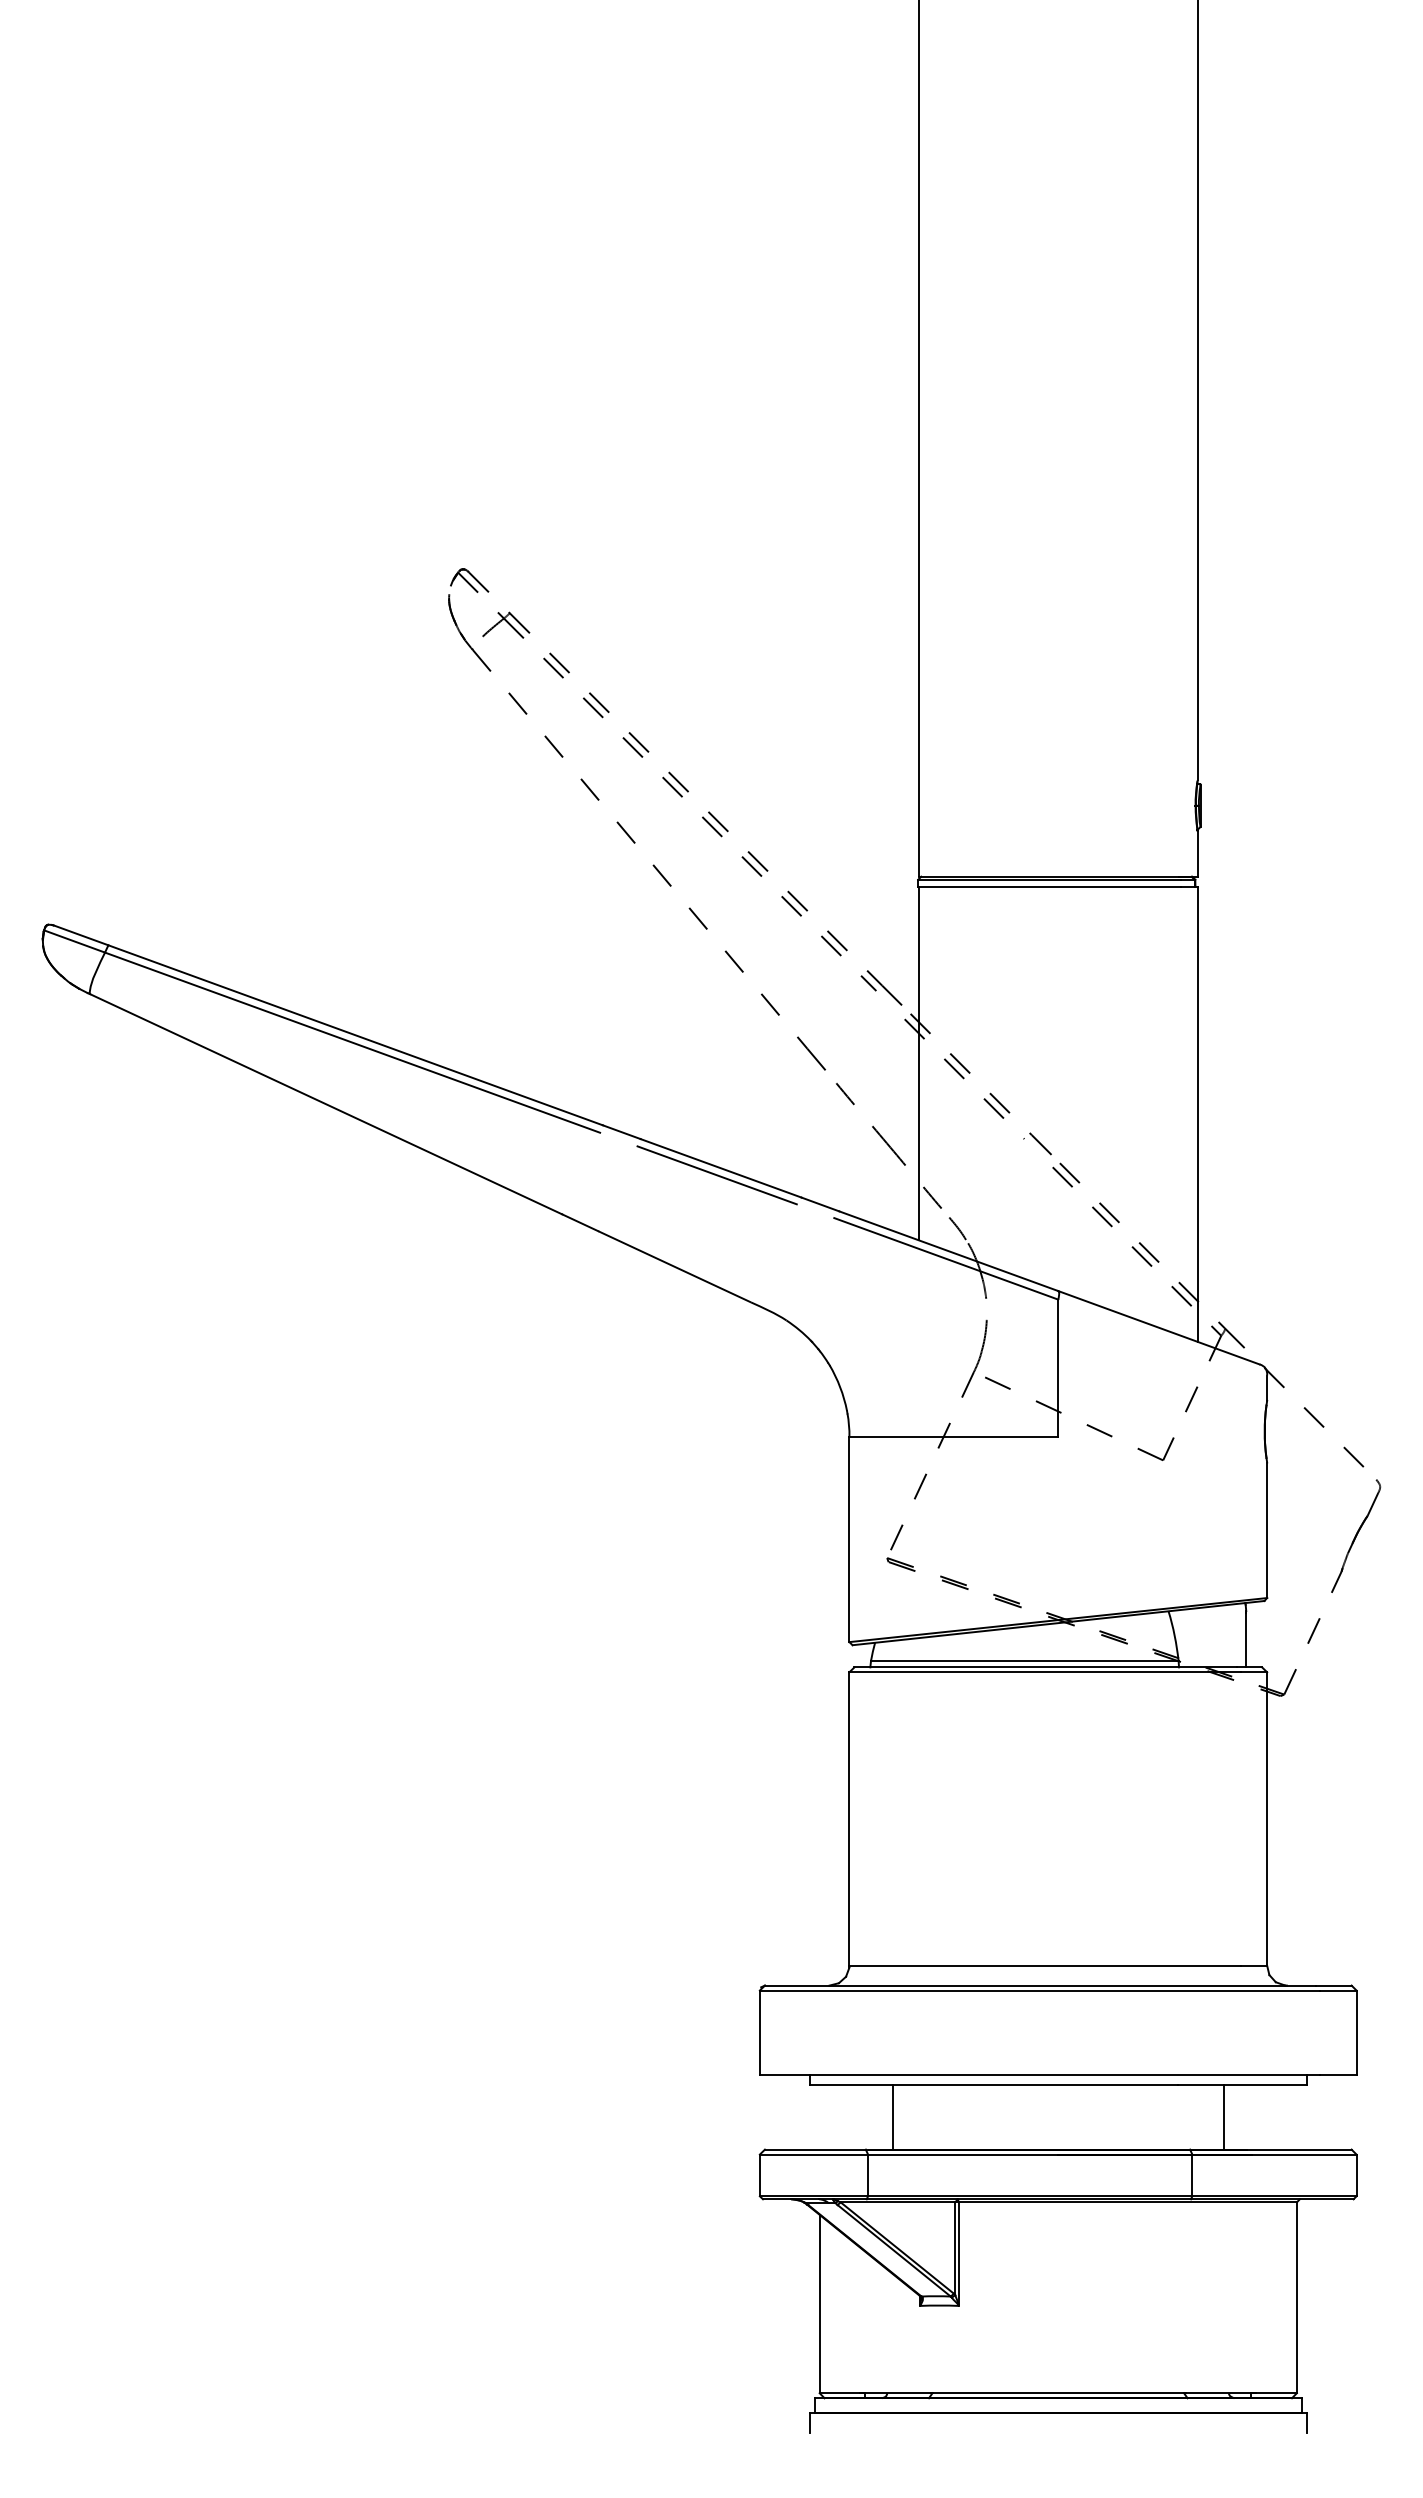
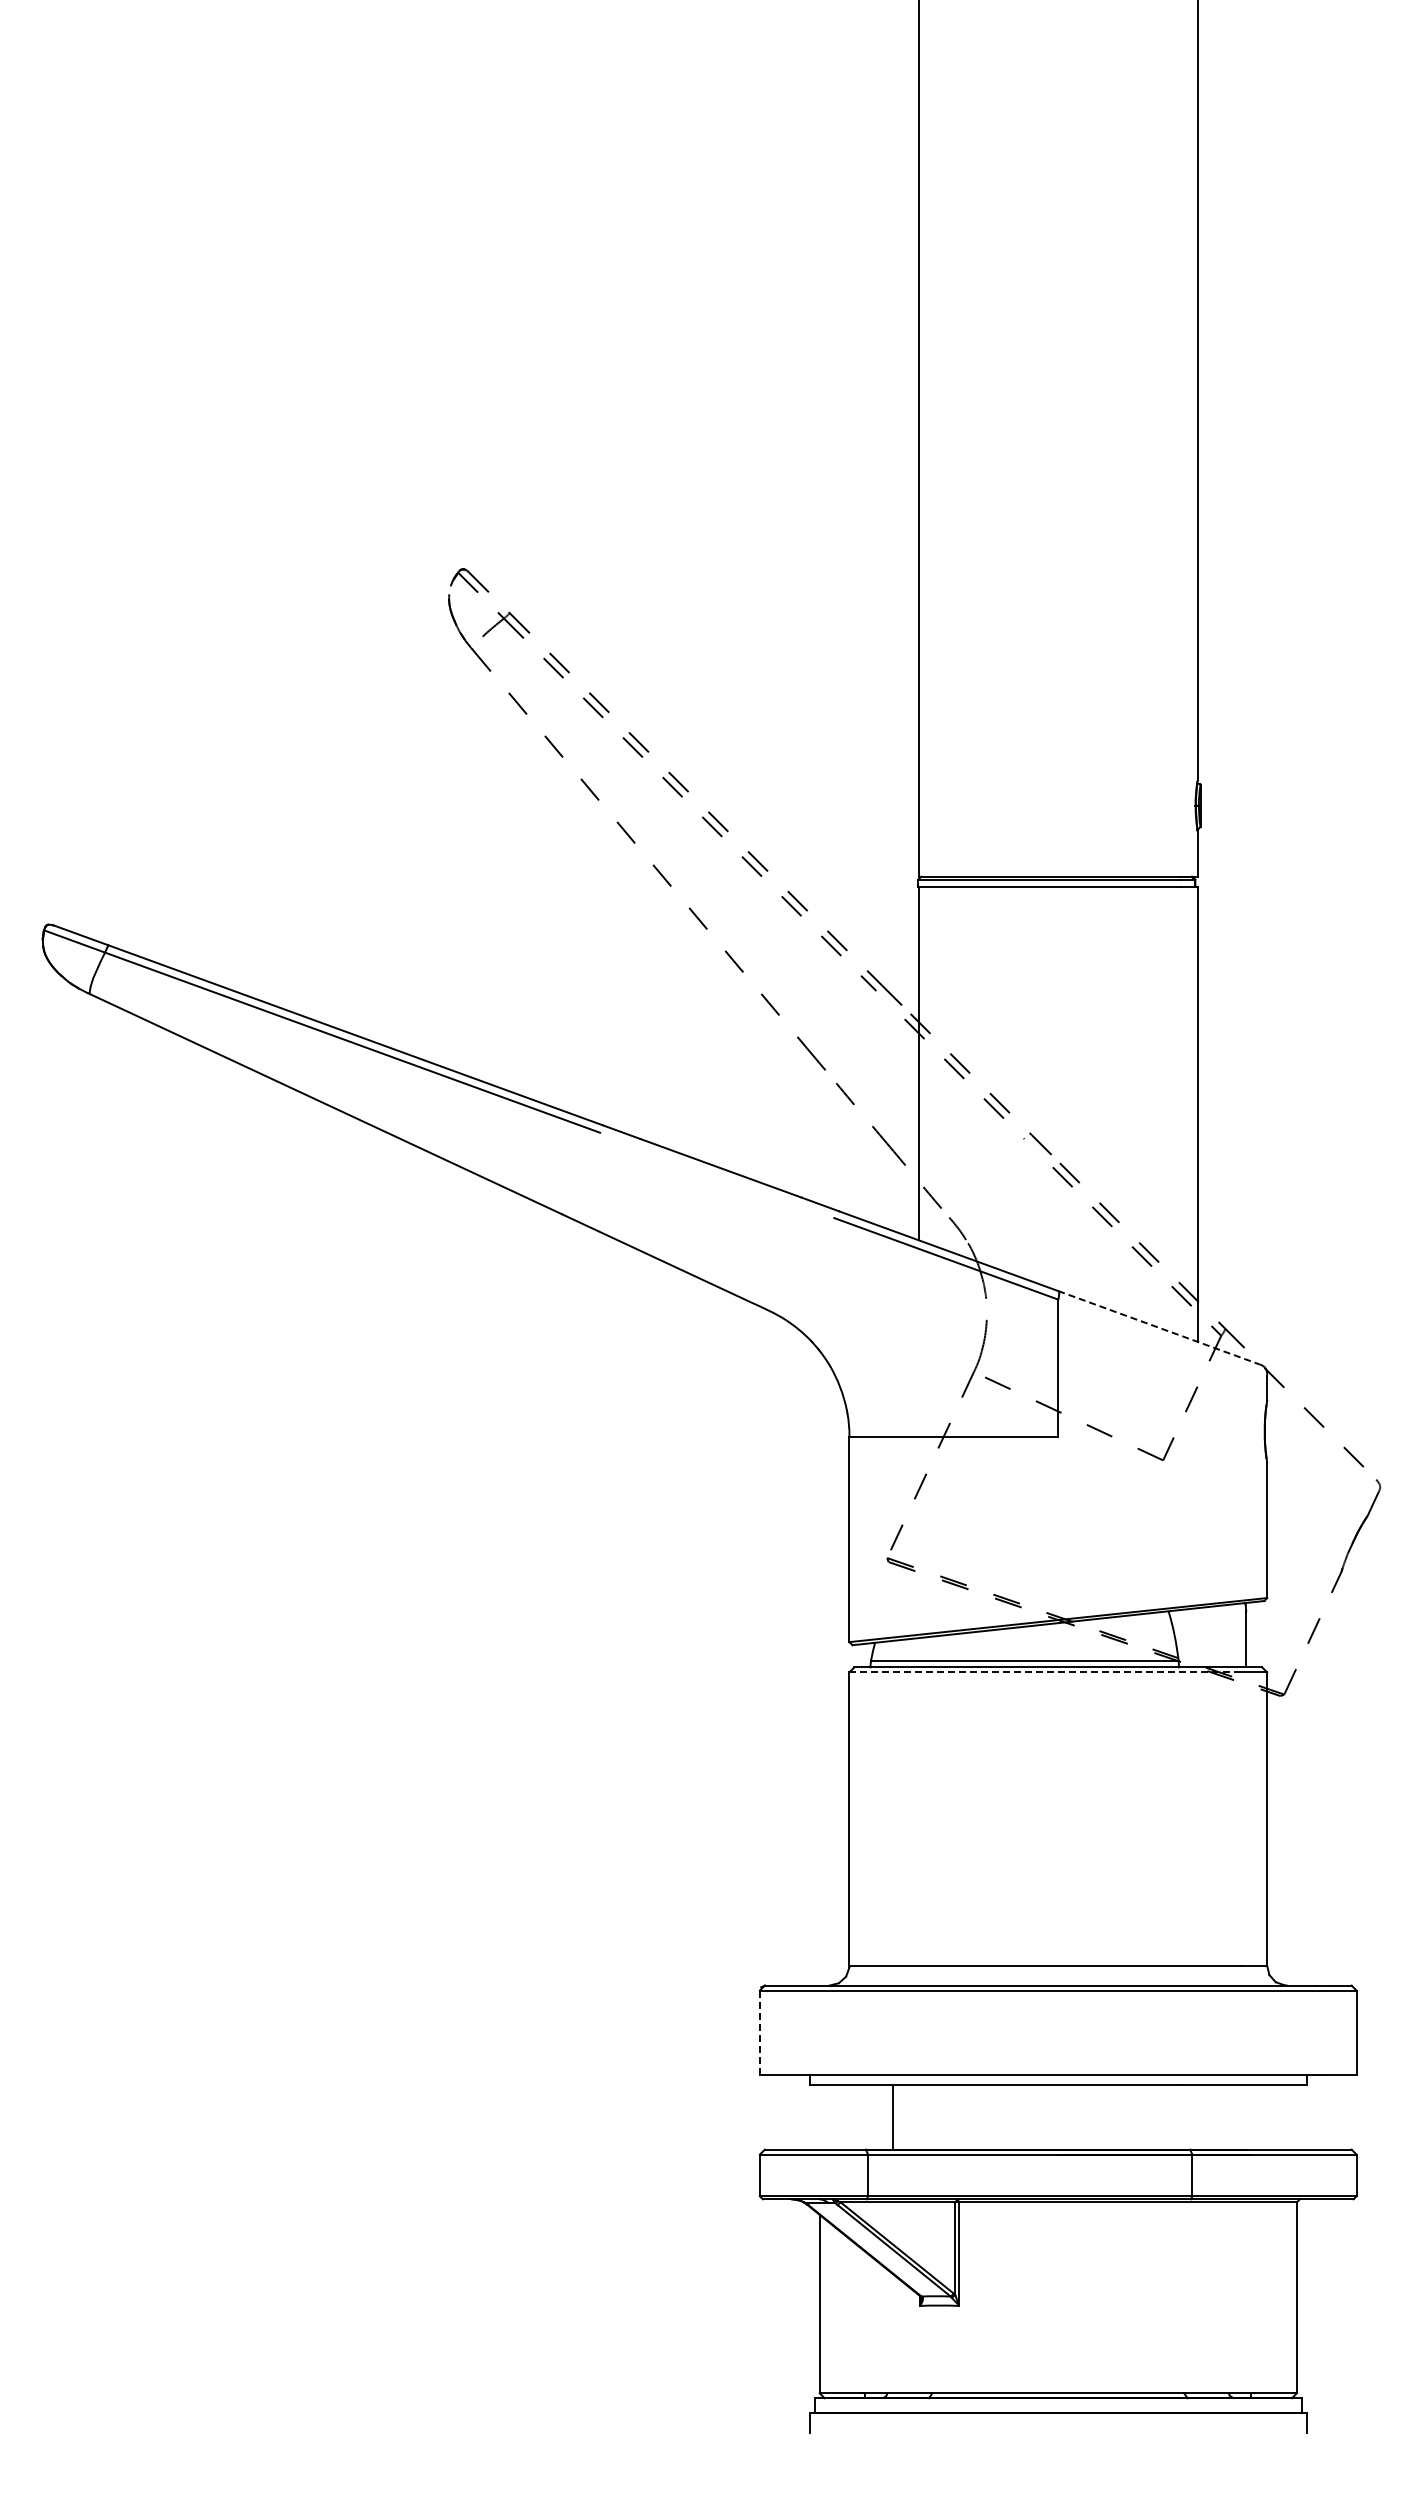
line at (716, 1175): present -> none
line at (1159, 1327): solid -> dashed
line at (1045, 1672): solid -> dashed
line at (759, 2033): solid -> dashed
line at (1223, 2116): present -> none
